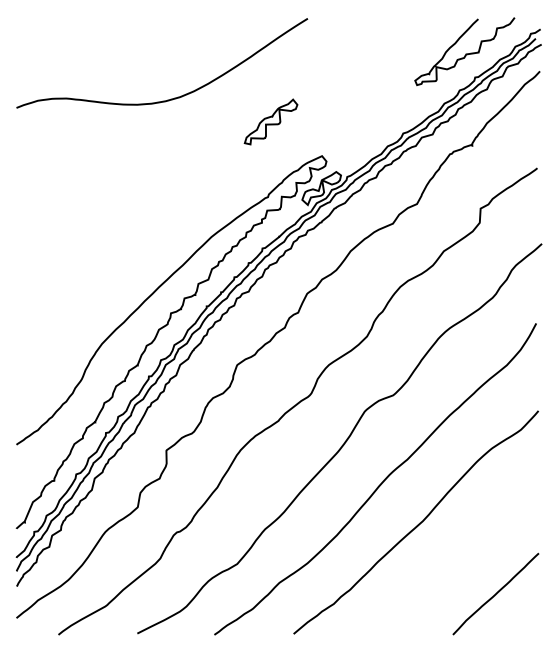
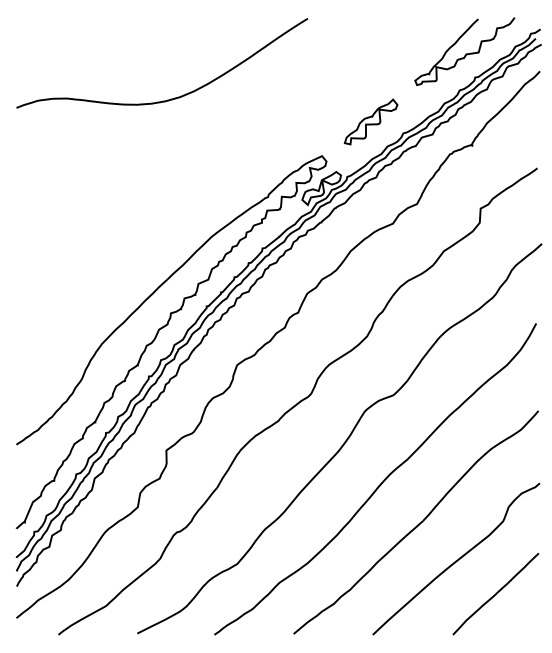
part at (270, 121) position: (270, 121) -> (370, 121)
curve at (457, 559): none -> present
